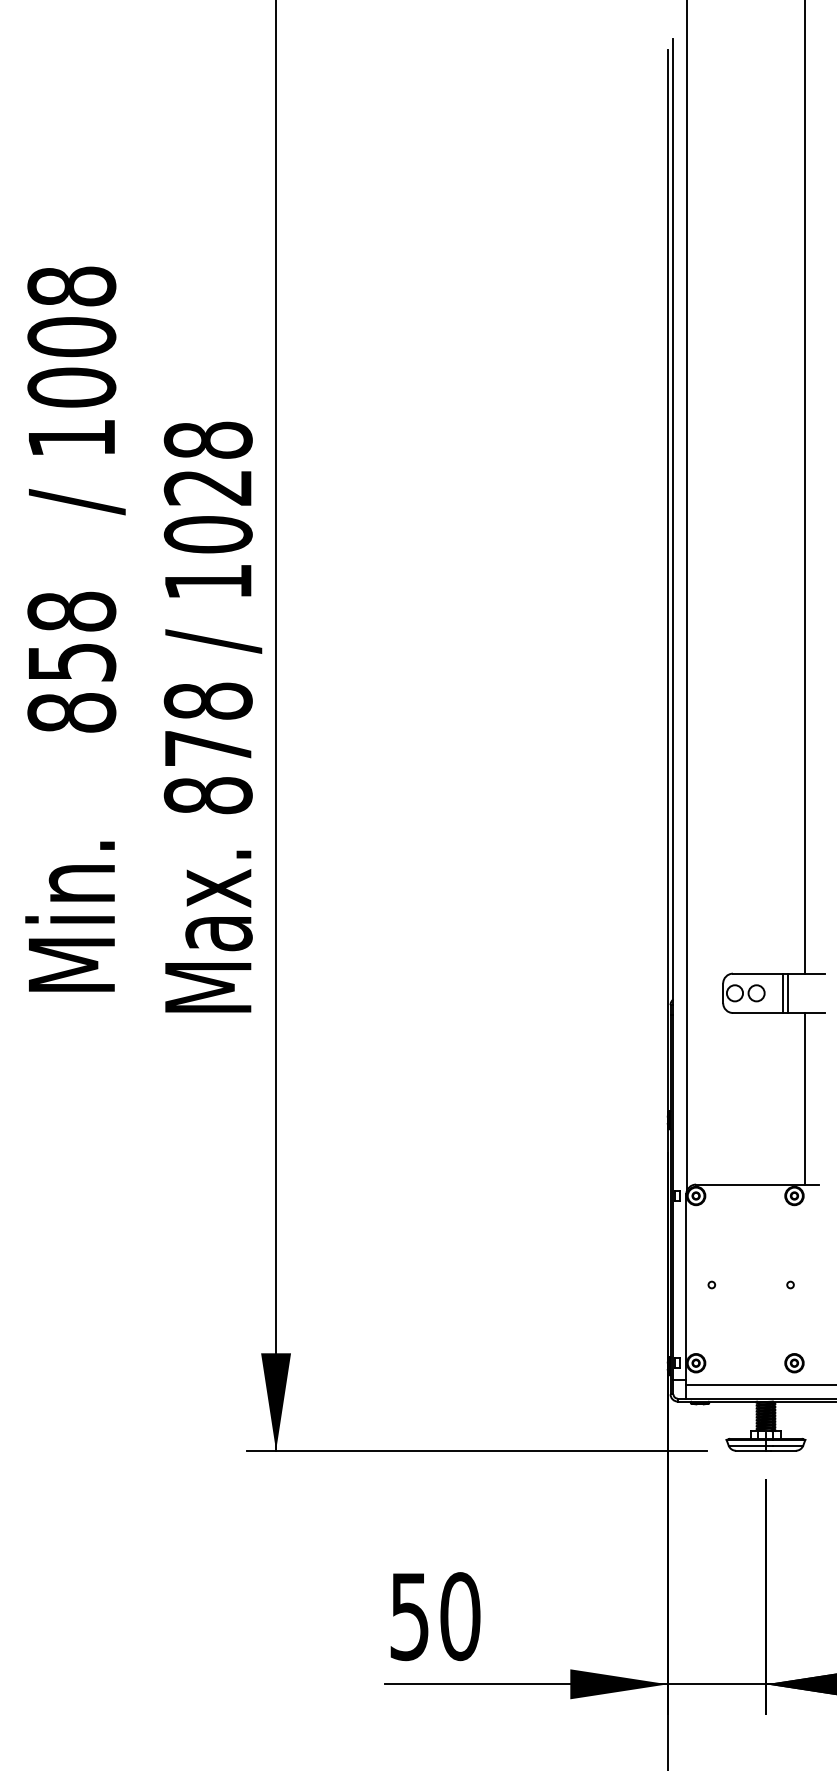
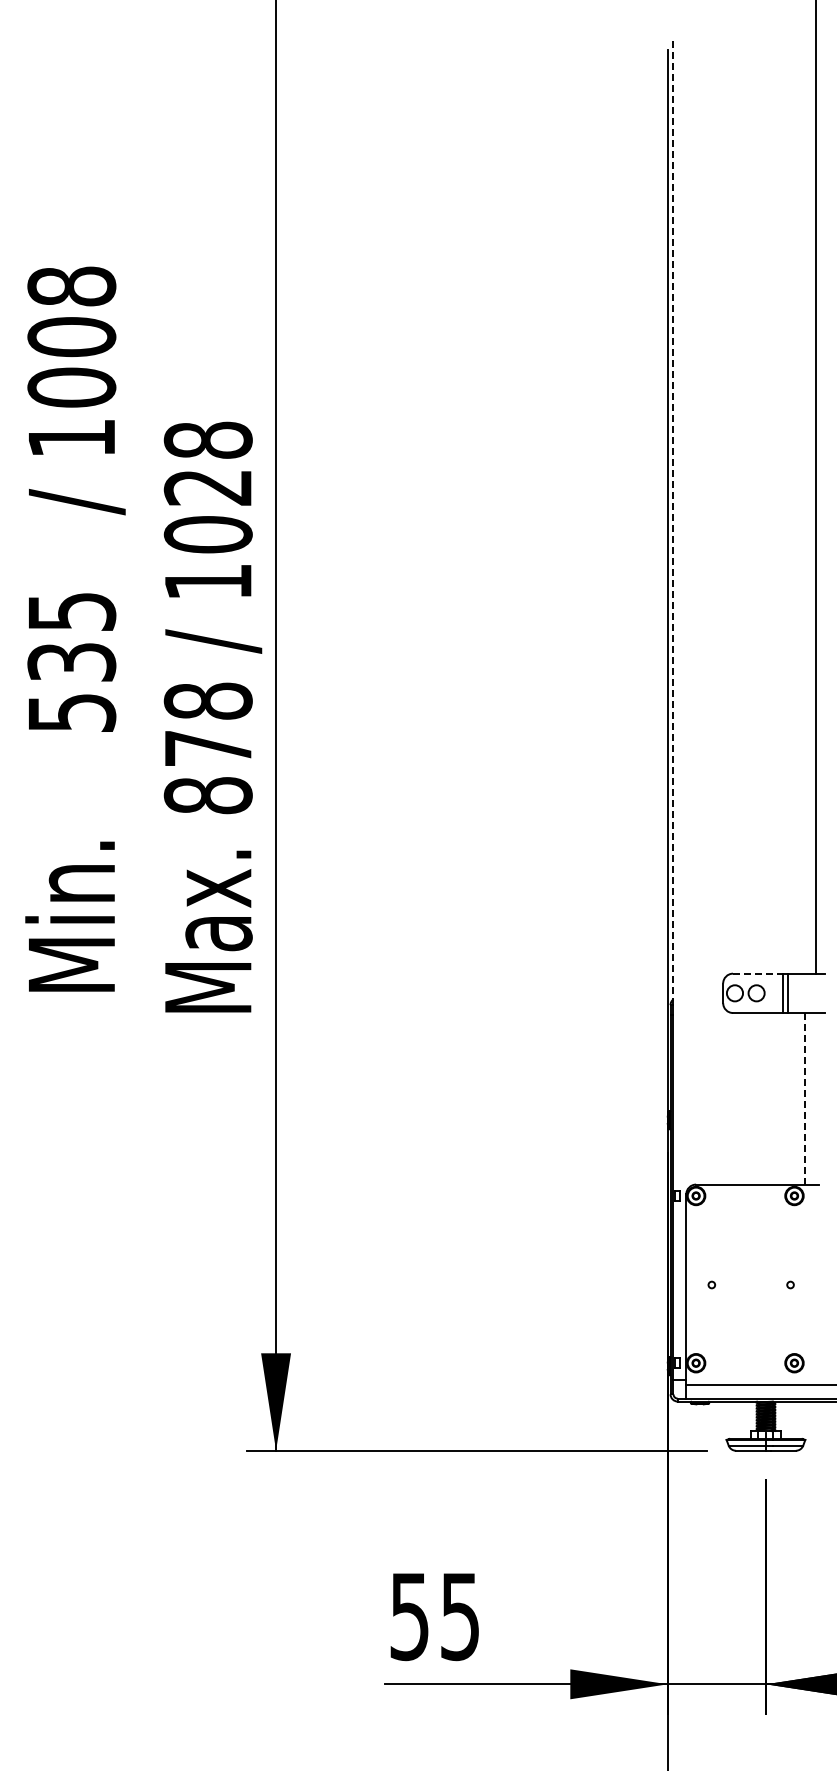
line at (804, 487) position: (804, 487) -> (815, 487)
line at (673, 521): solid -> dashed
line at (686, 596): present -> none
text at (71, 661): 858 -> 535
line at (758, 973): solid -> dashed
line at (804, 1098): solid -> dashed
text at (460, 1616): 50 -> 55
